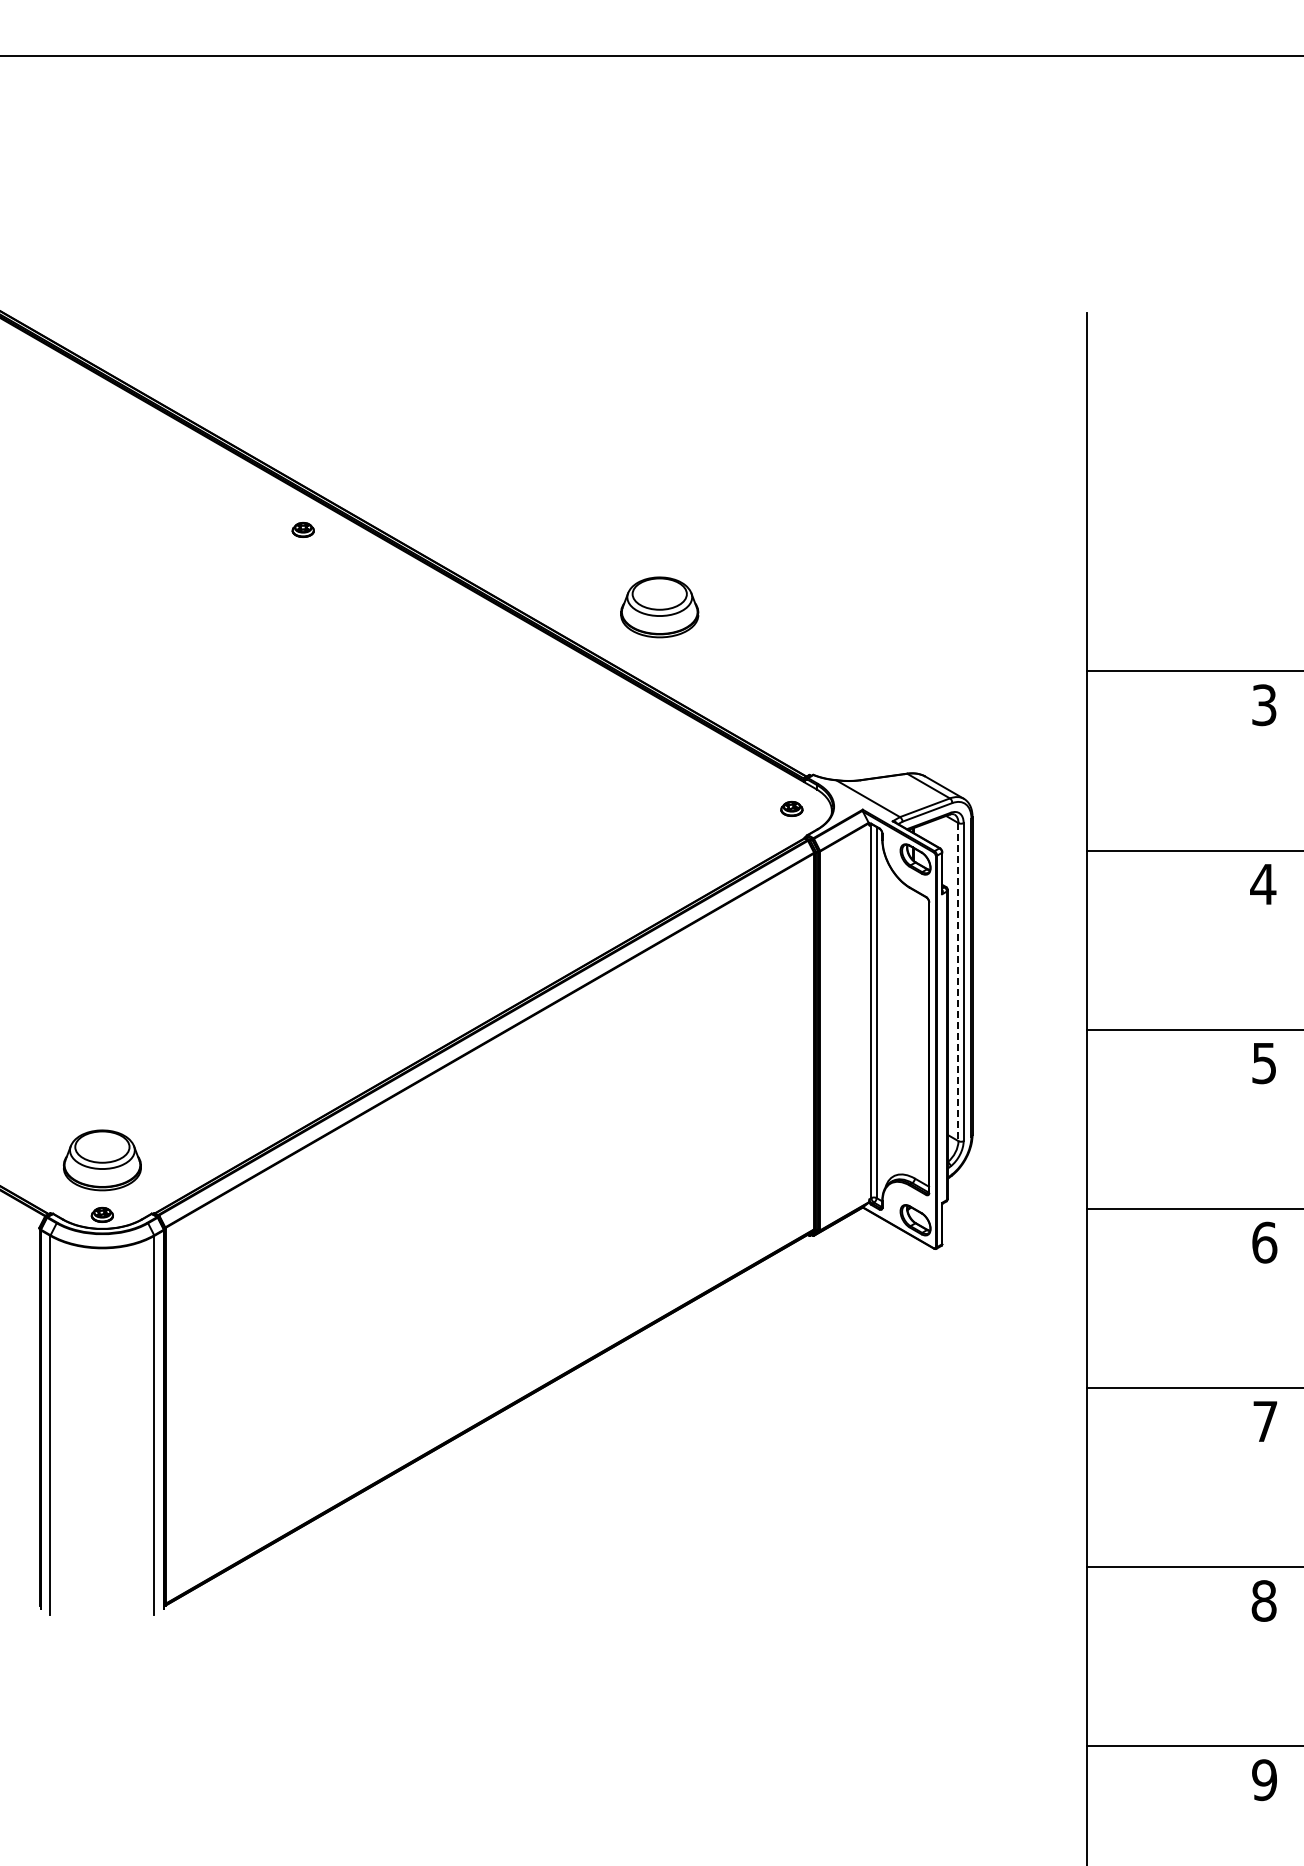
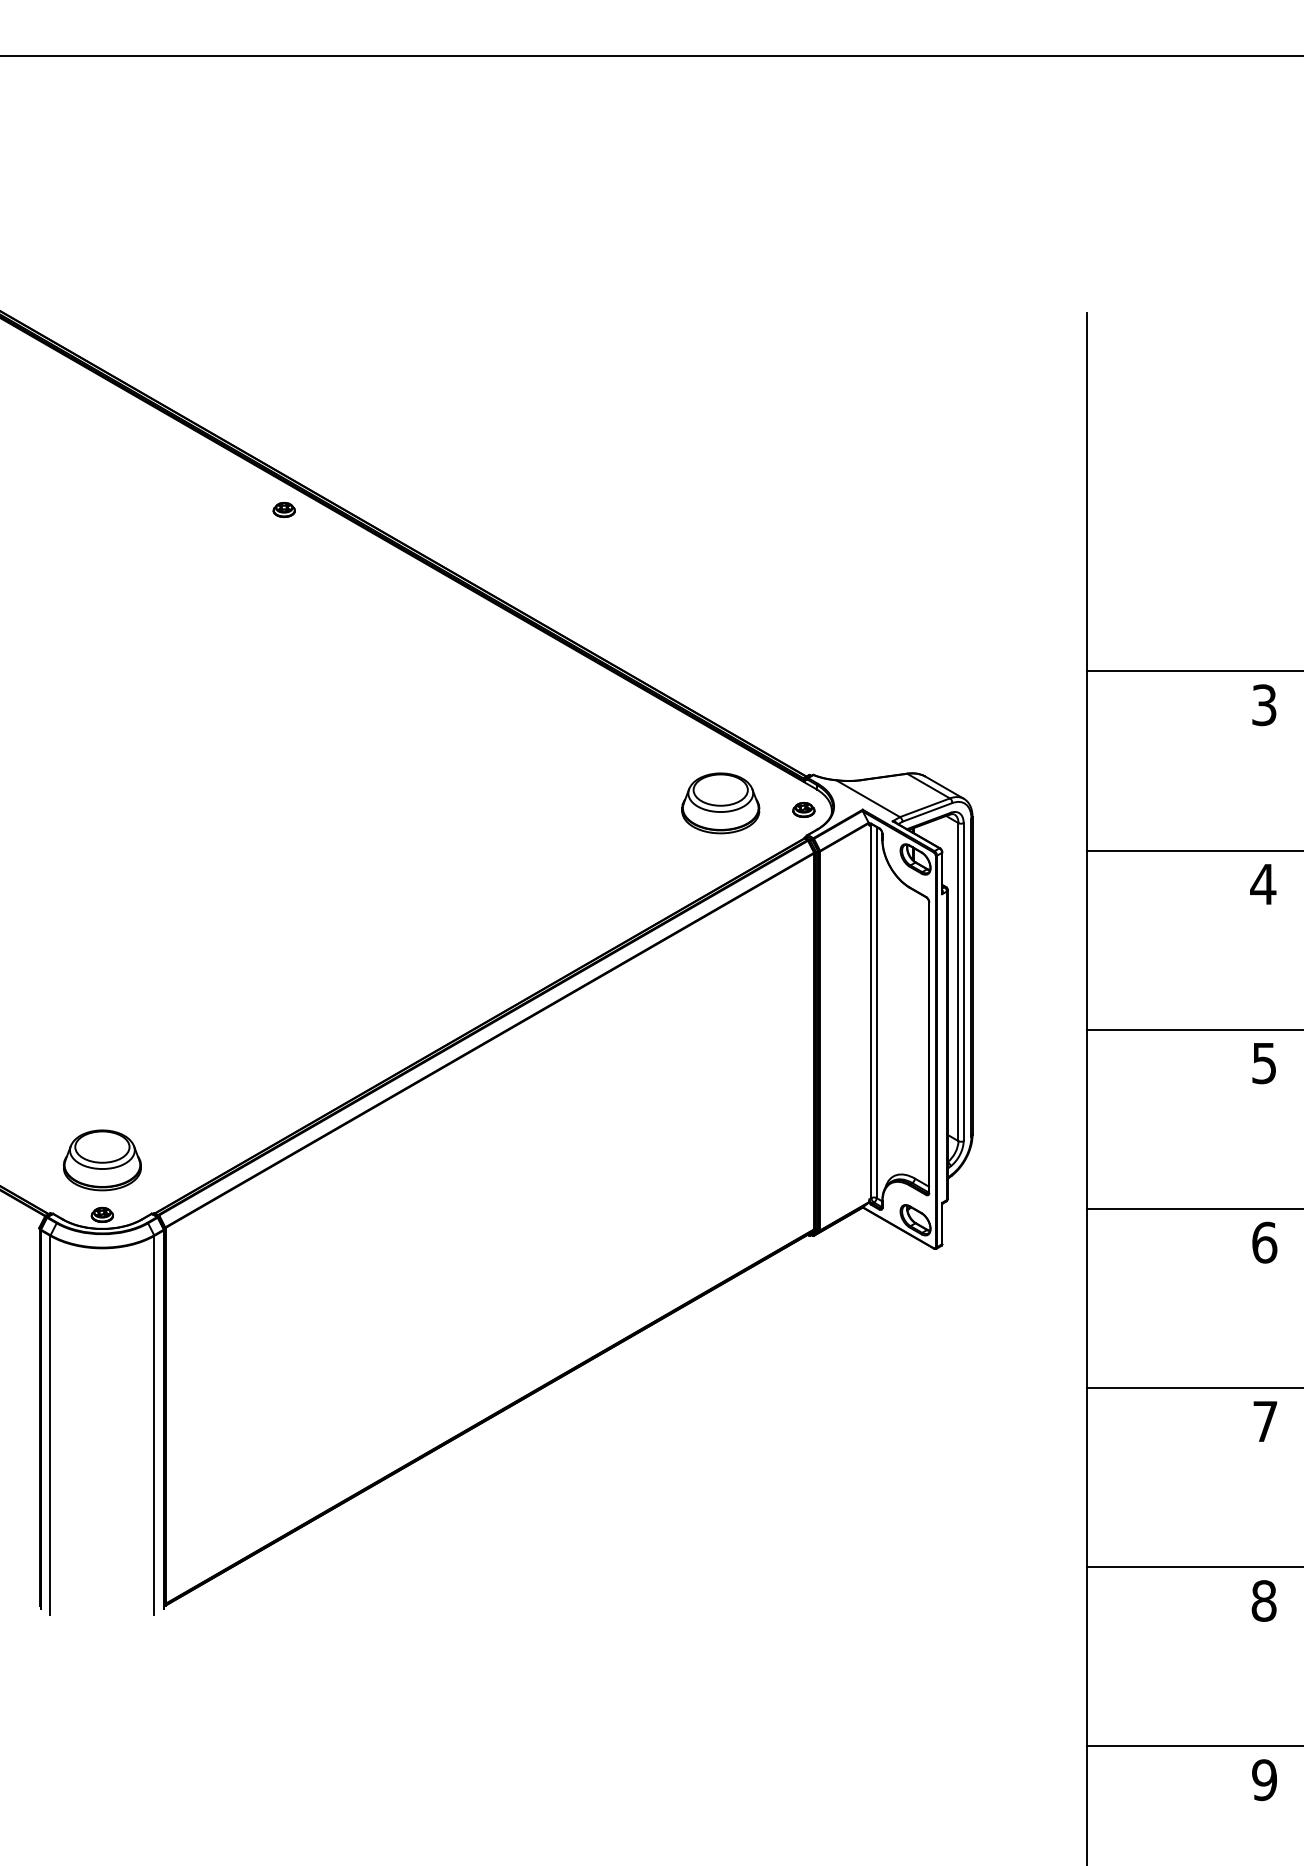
part at (302, 529) position: (302, 529) -> (283, 509)
part at (659, 607) position: (659, 607) -> (720, 803)
part at (791, 808) position: (791, 808) -> (803, 809)
line at (958, 982): dashed -> solid
